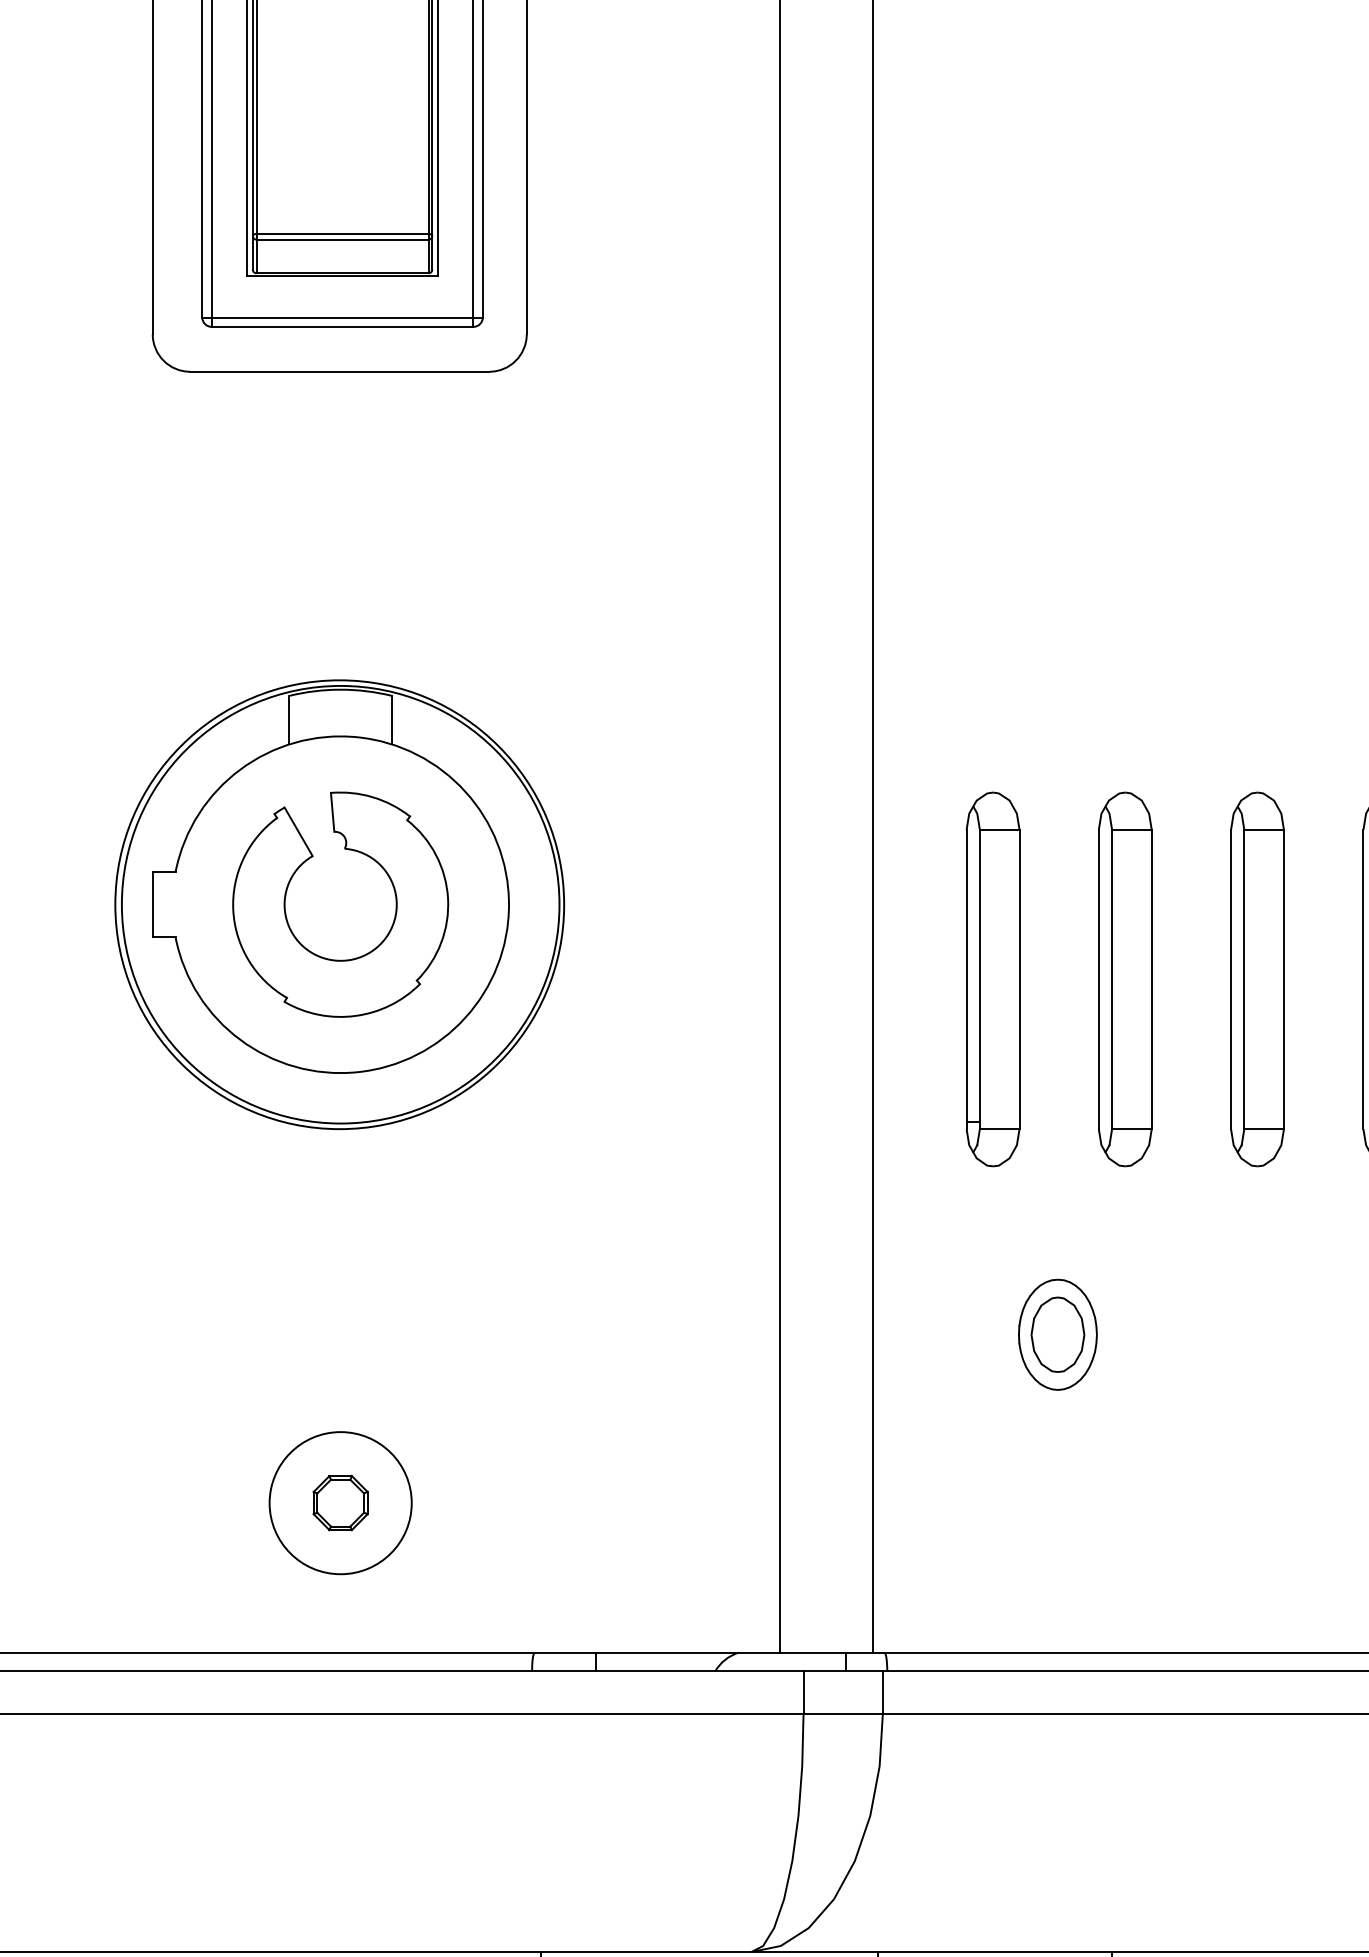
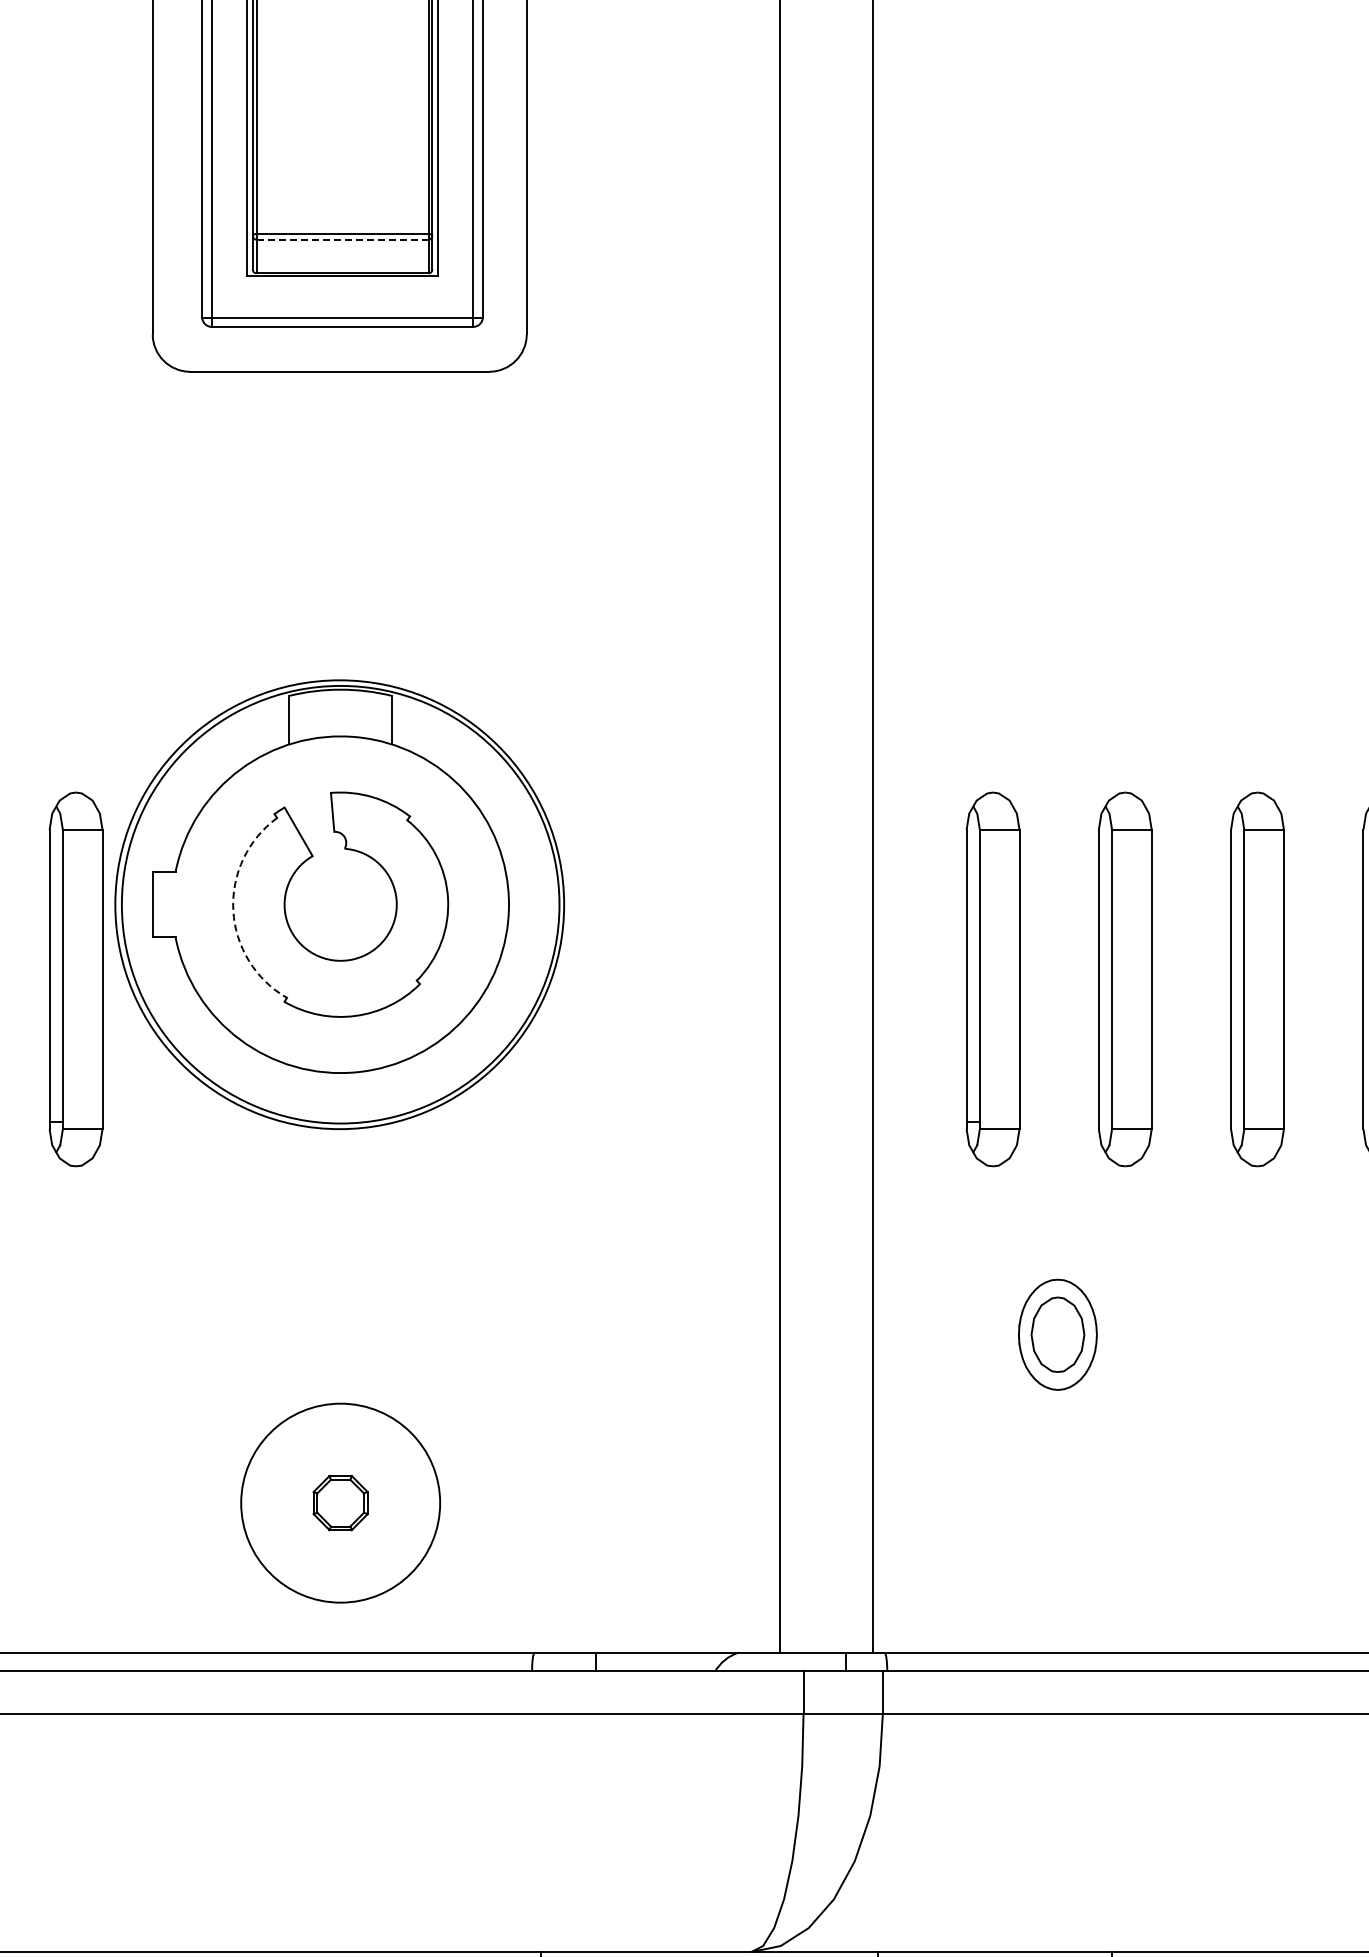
line at (342, 239): solid -> dashed
arc at (233, 910): solid -> dashed
part at (75, 979): none -> present
circle at (340, 1503) diameter: 142 px -> 199 px
